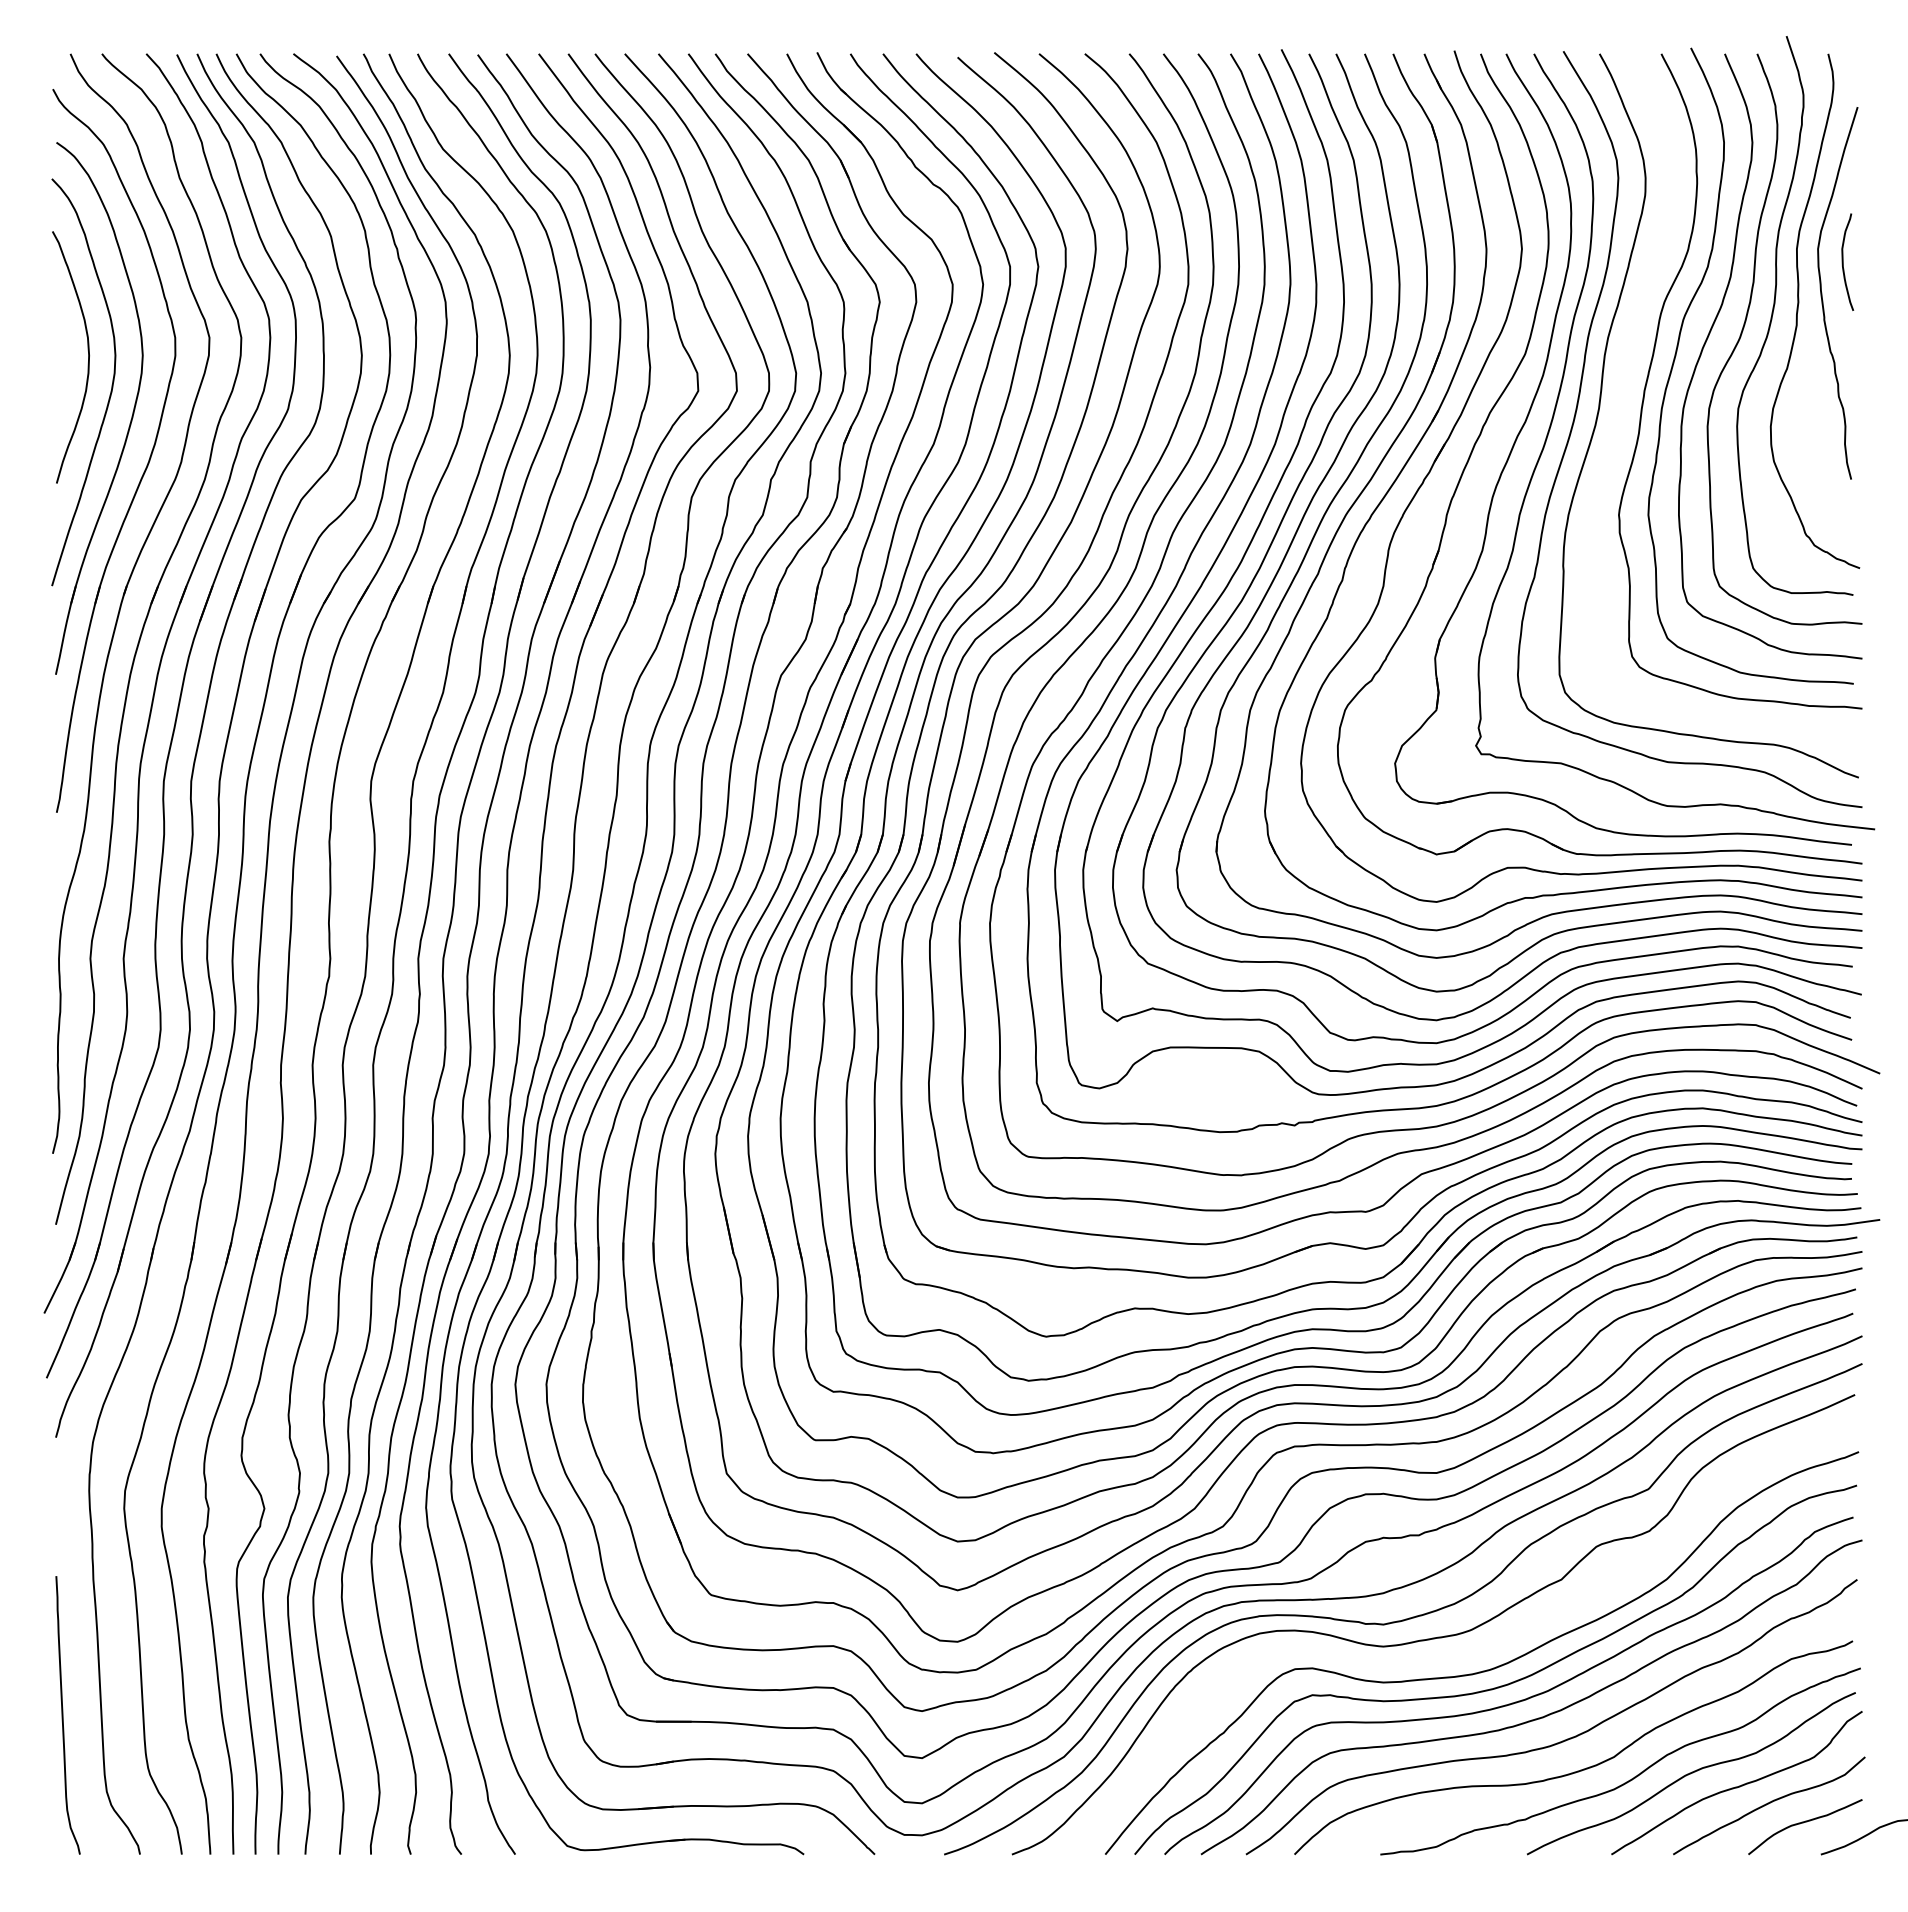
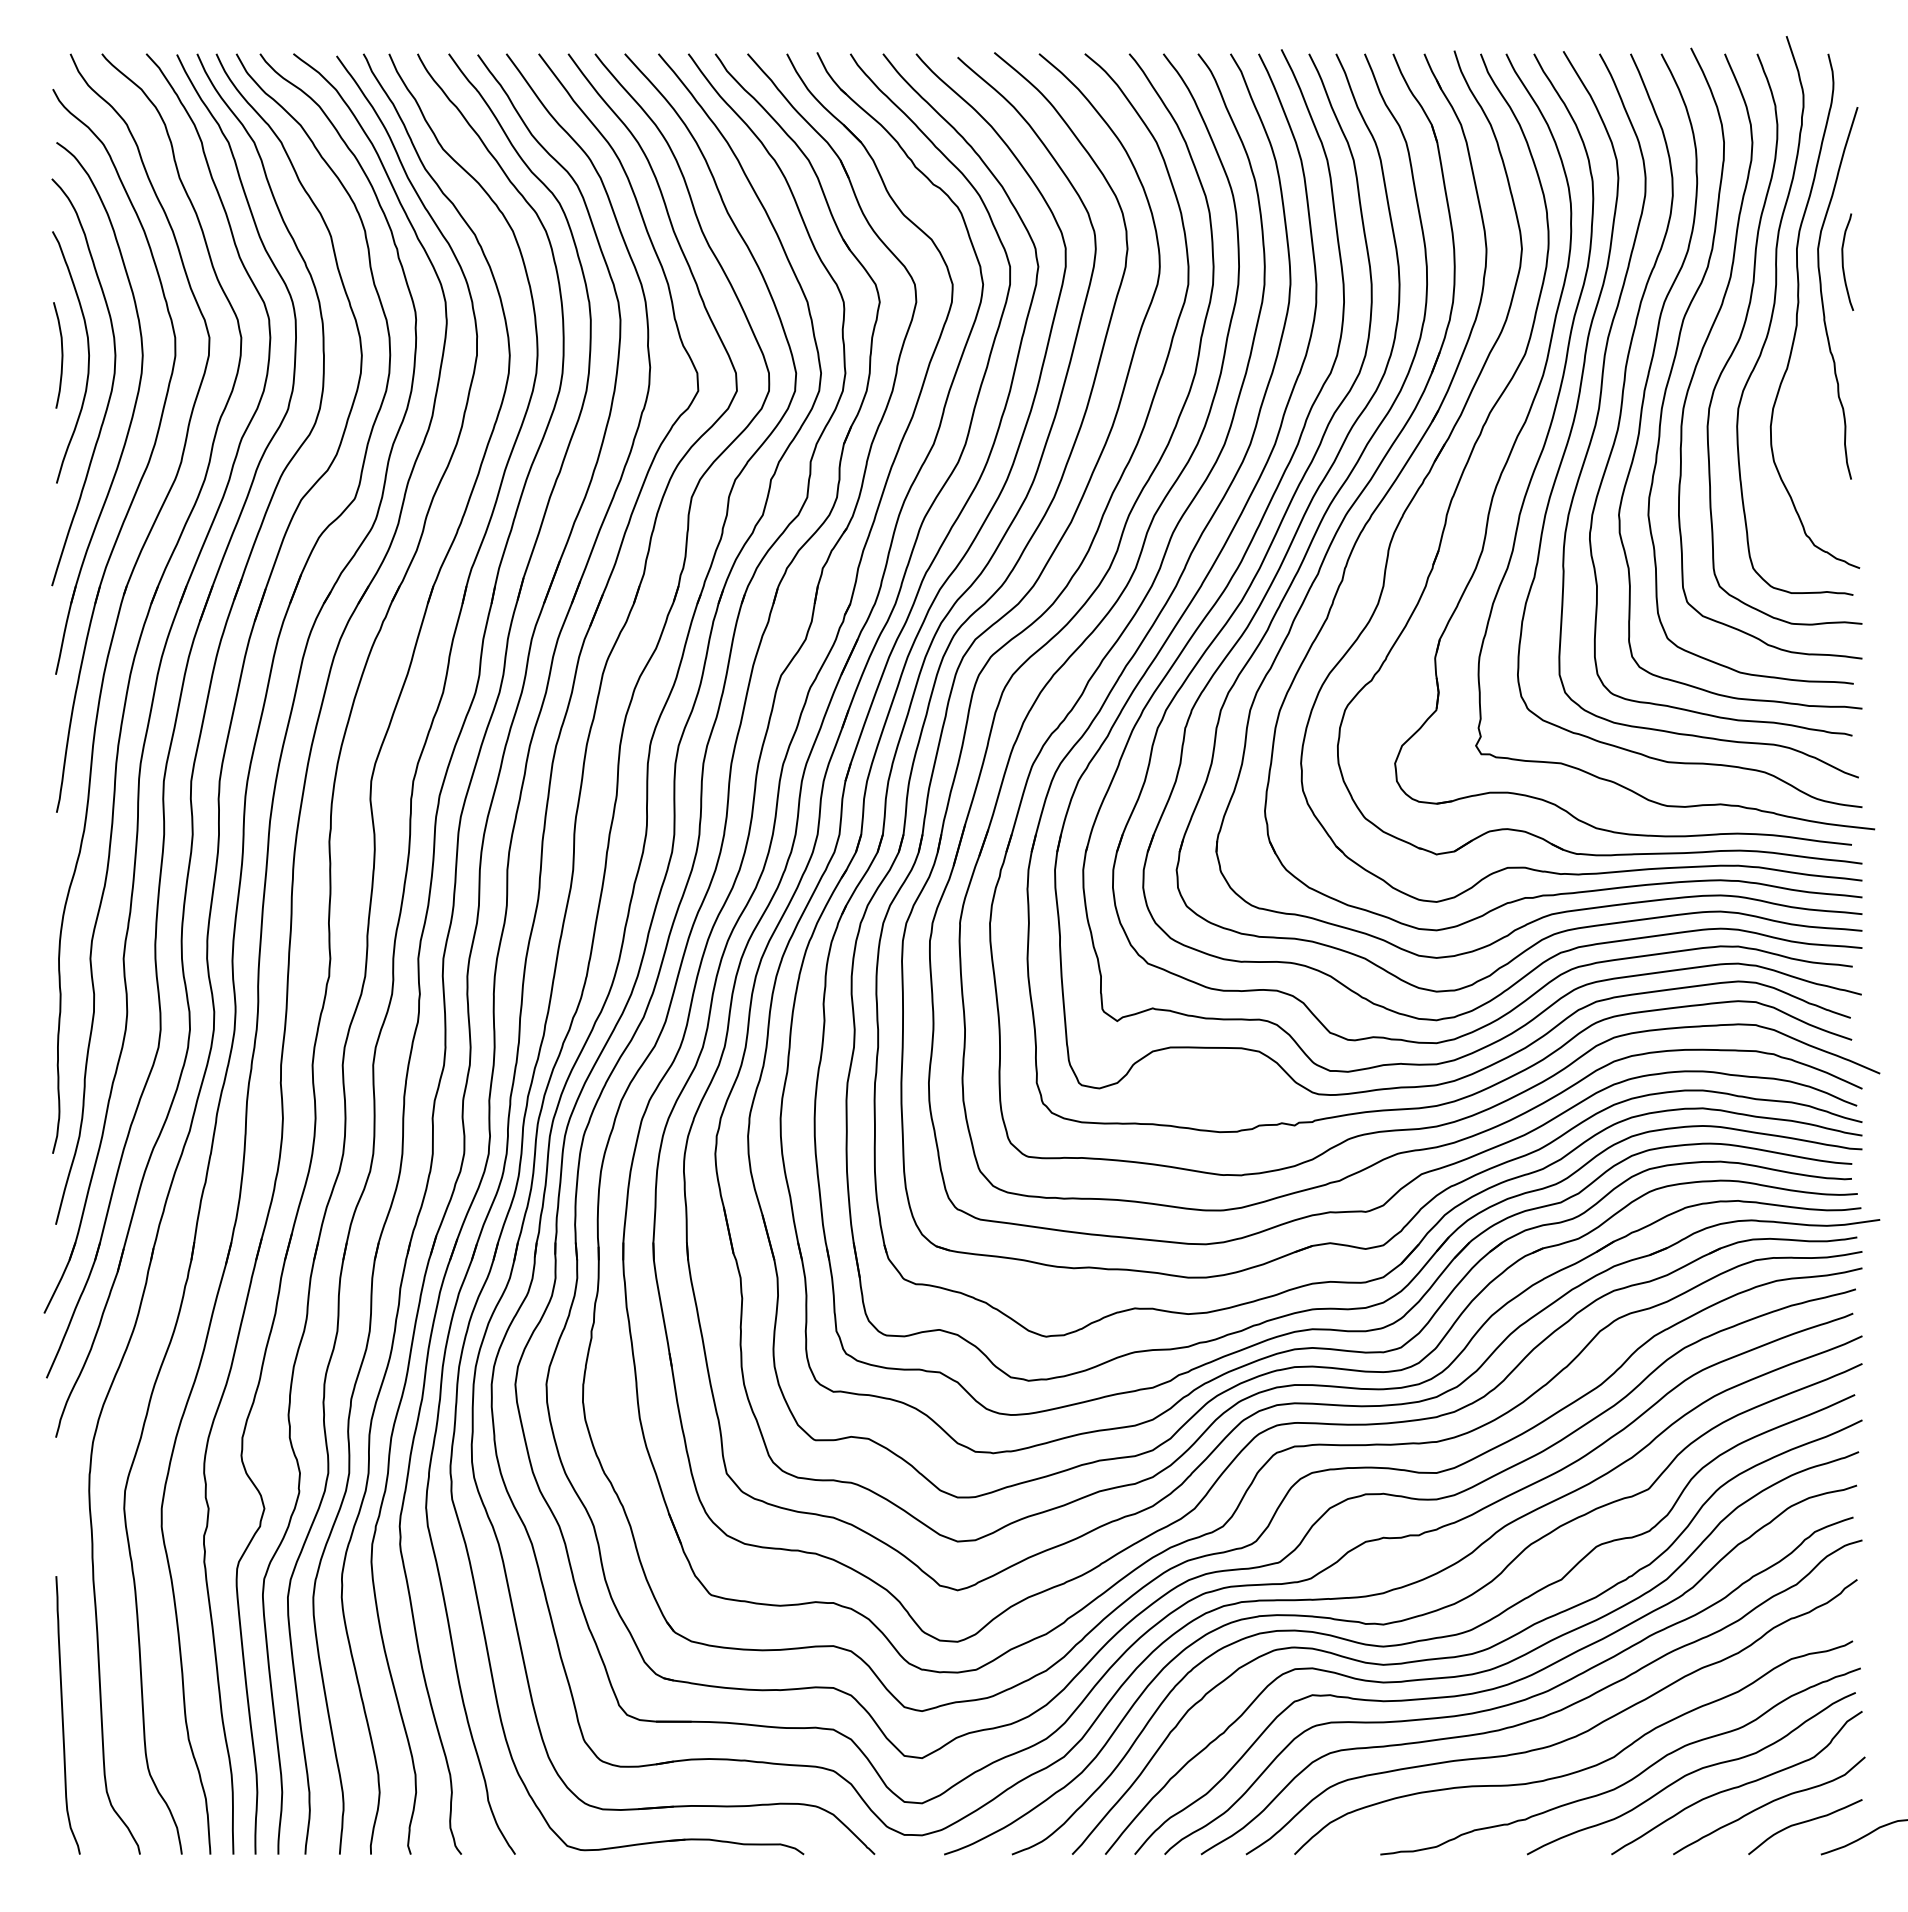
curve at (61, 355): none -> present
curve at (1625, 383): none -> present
curve at (1472, 1652): none -> present
